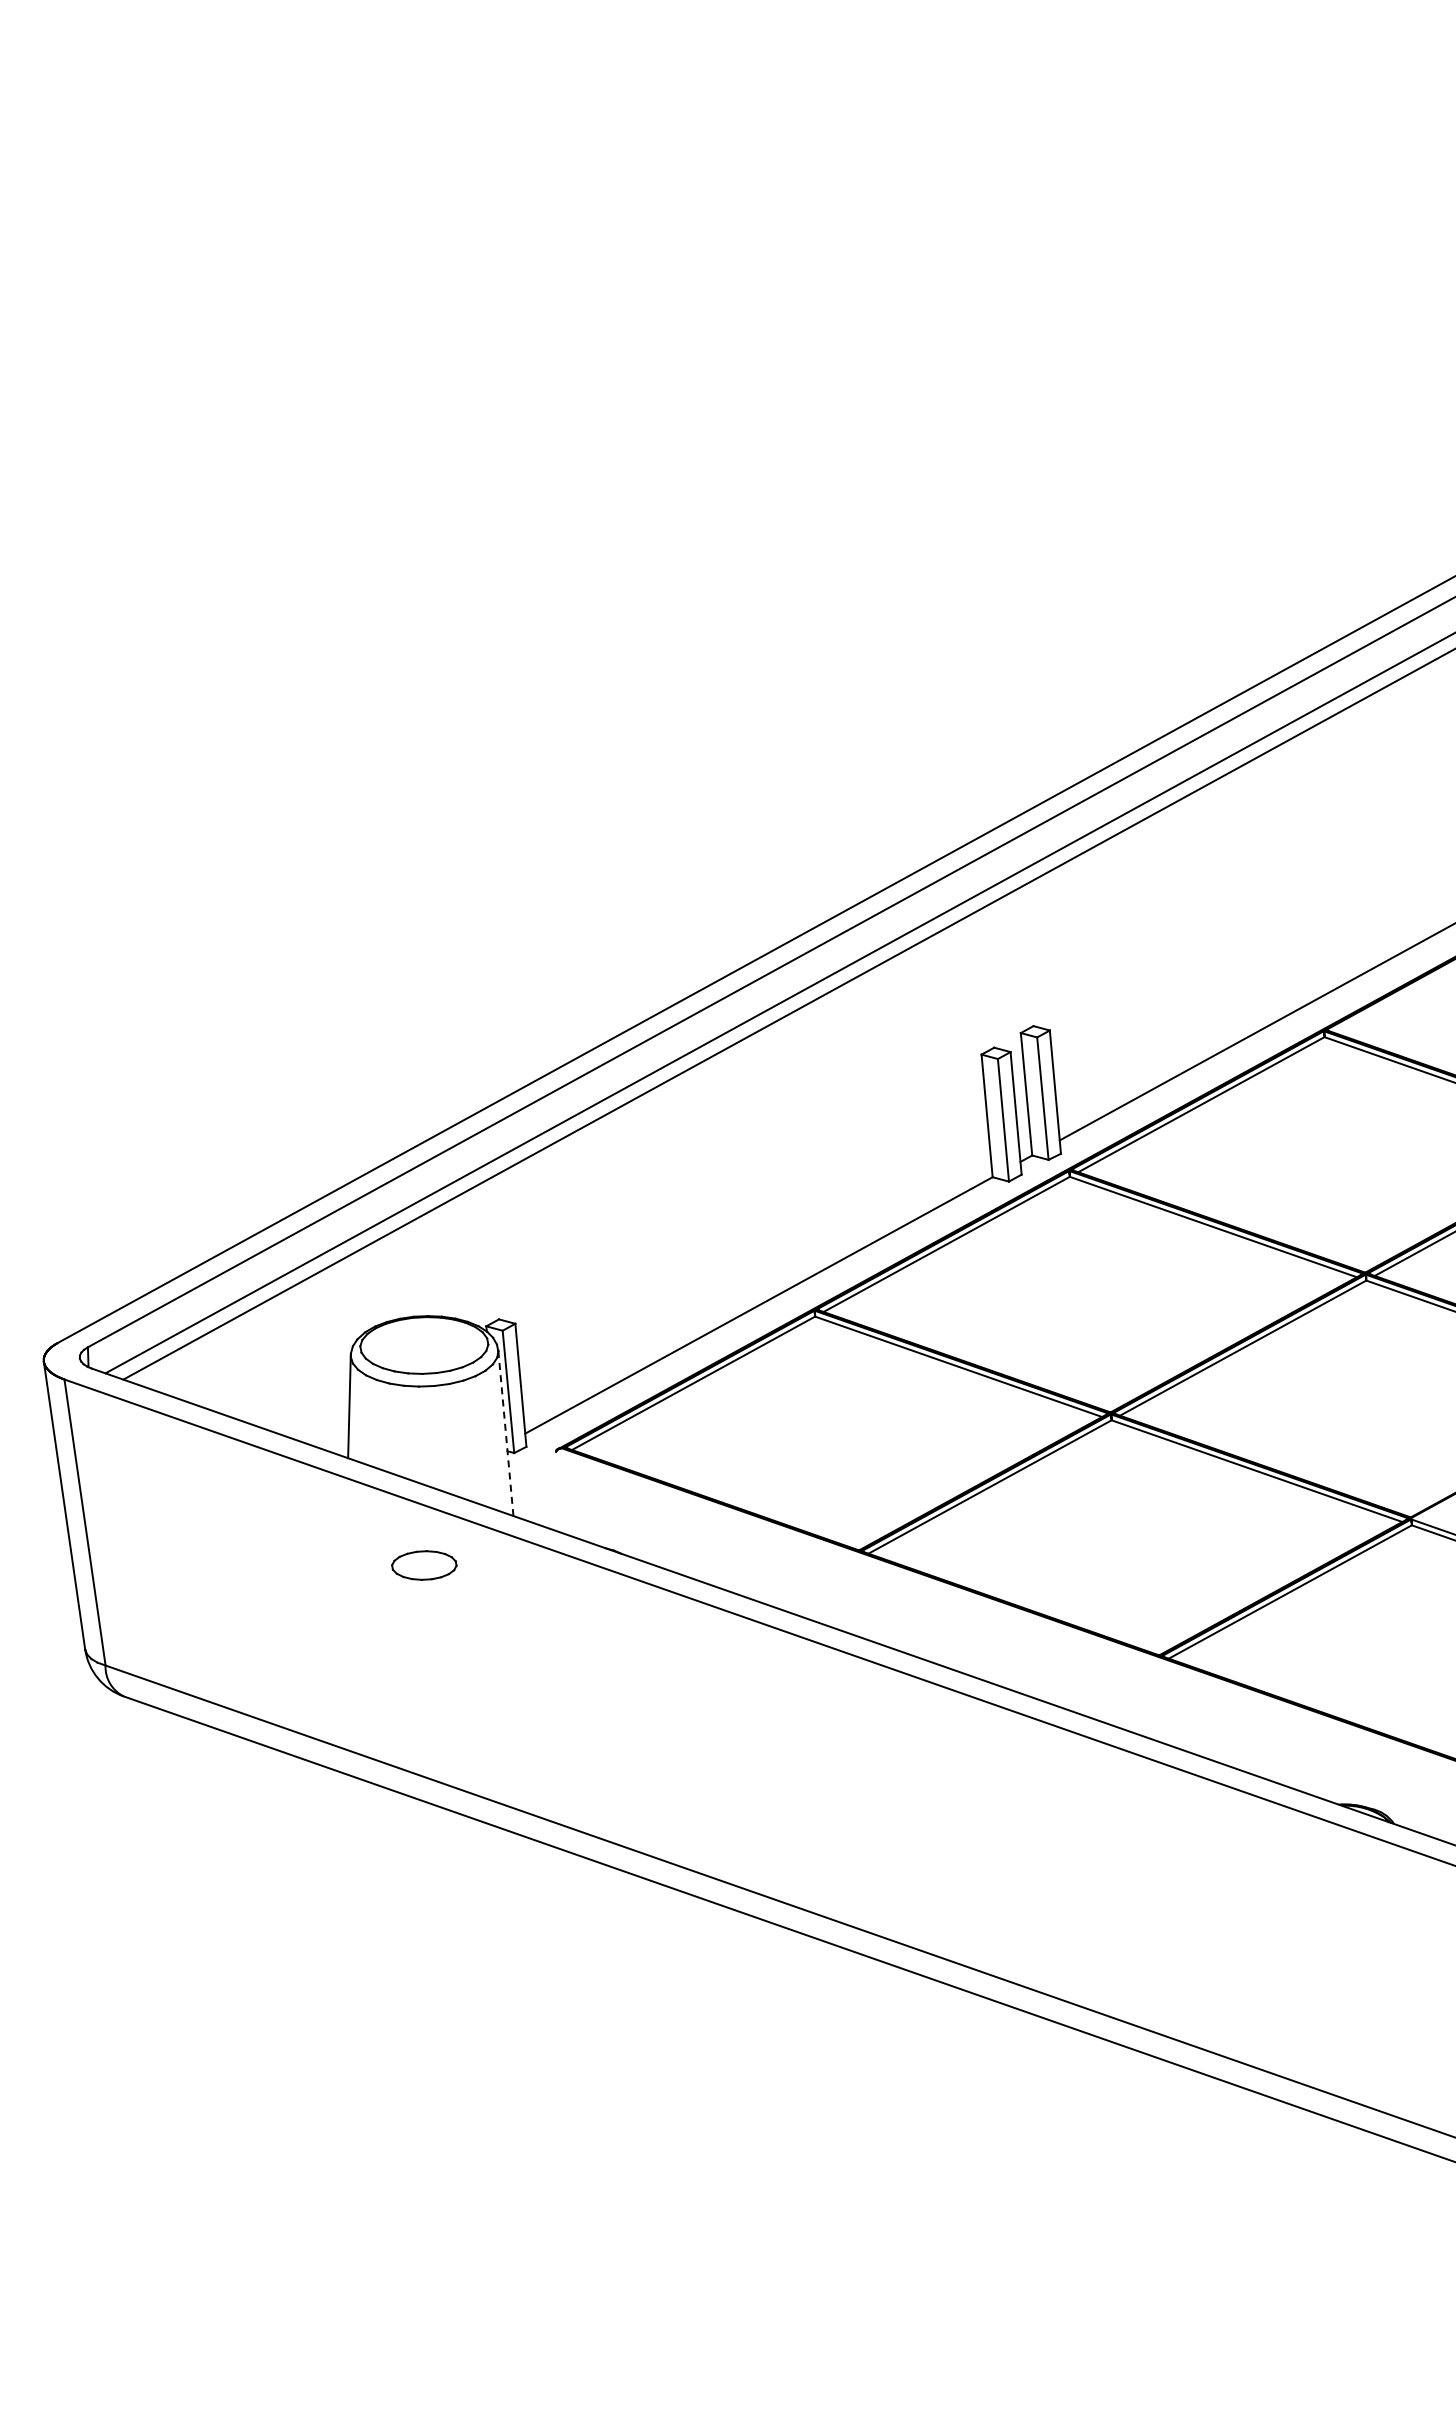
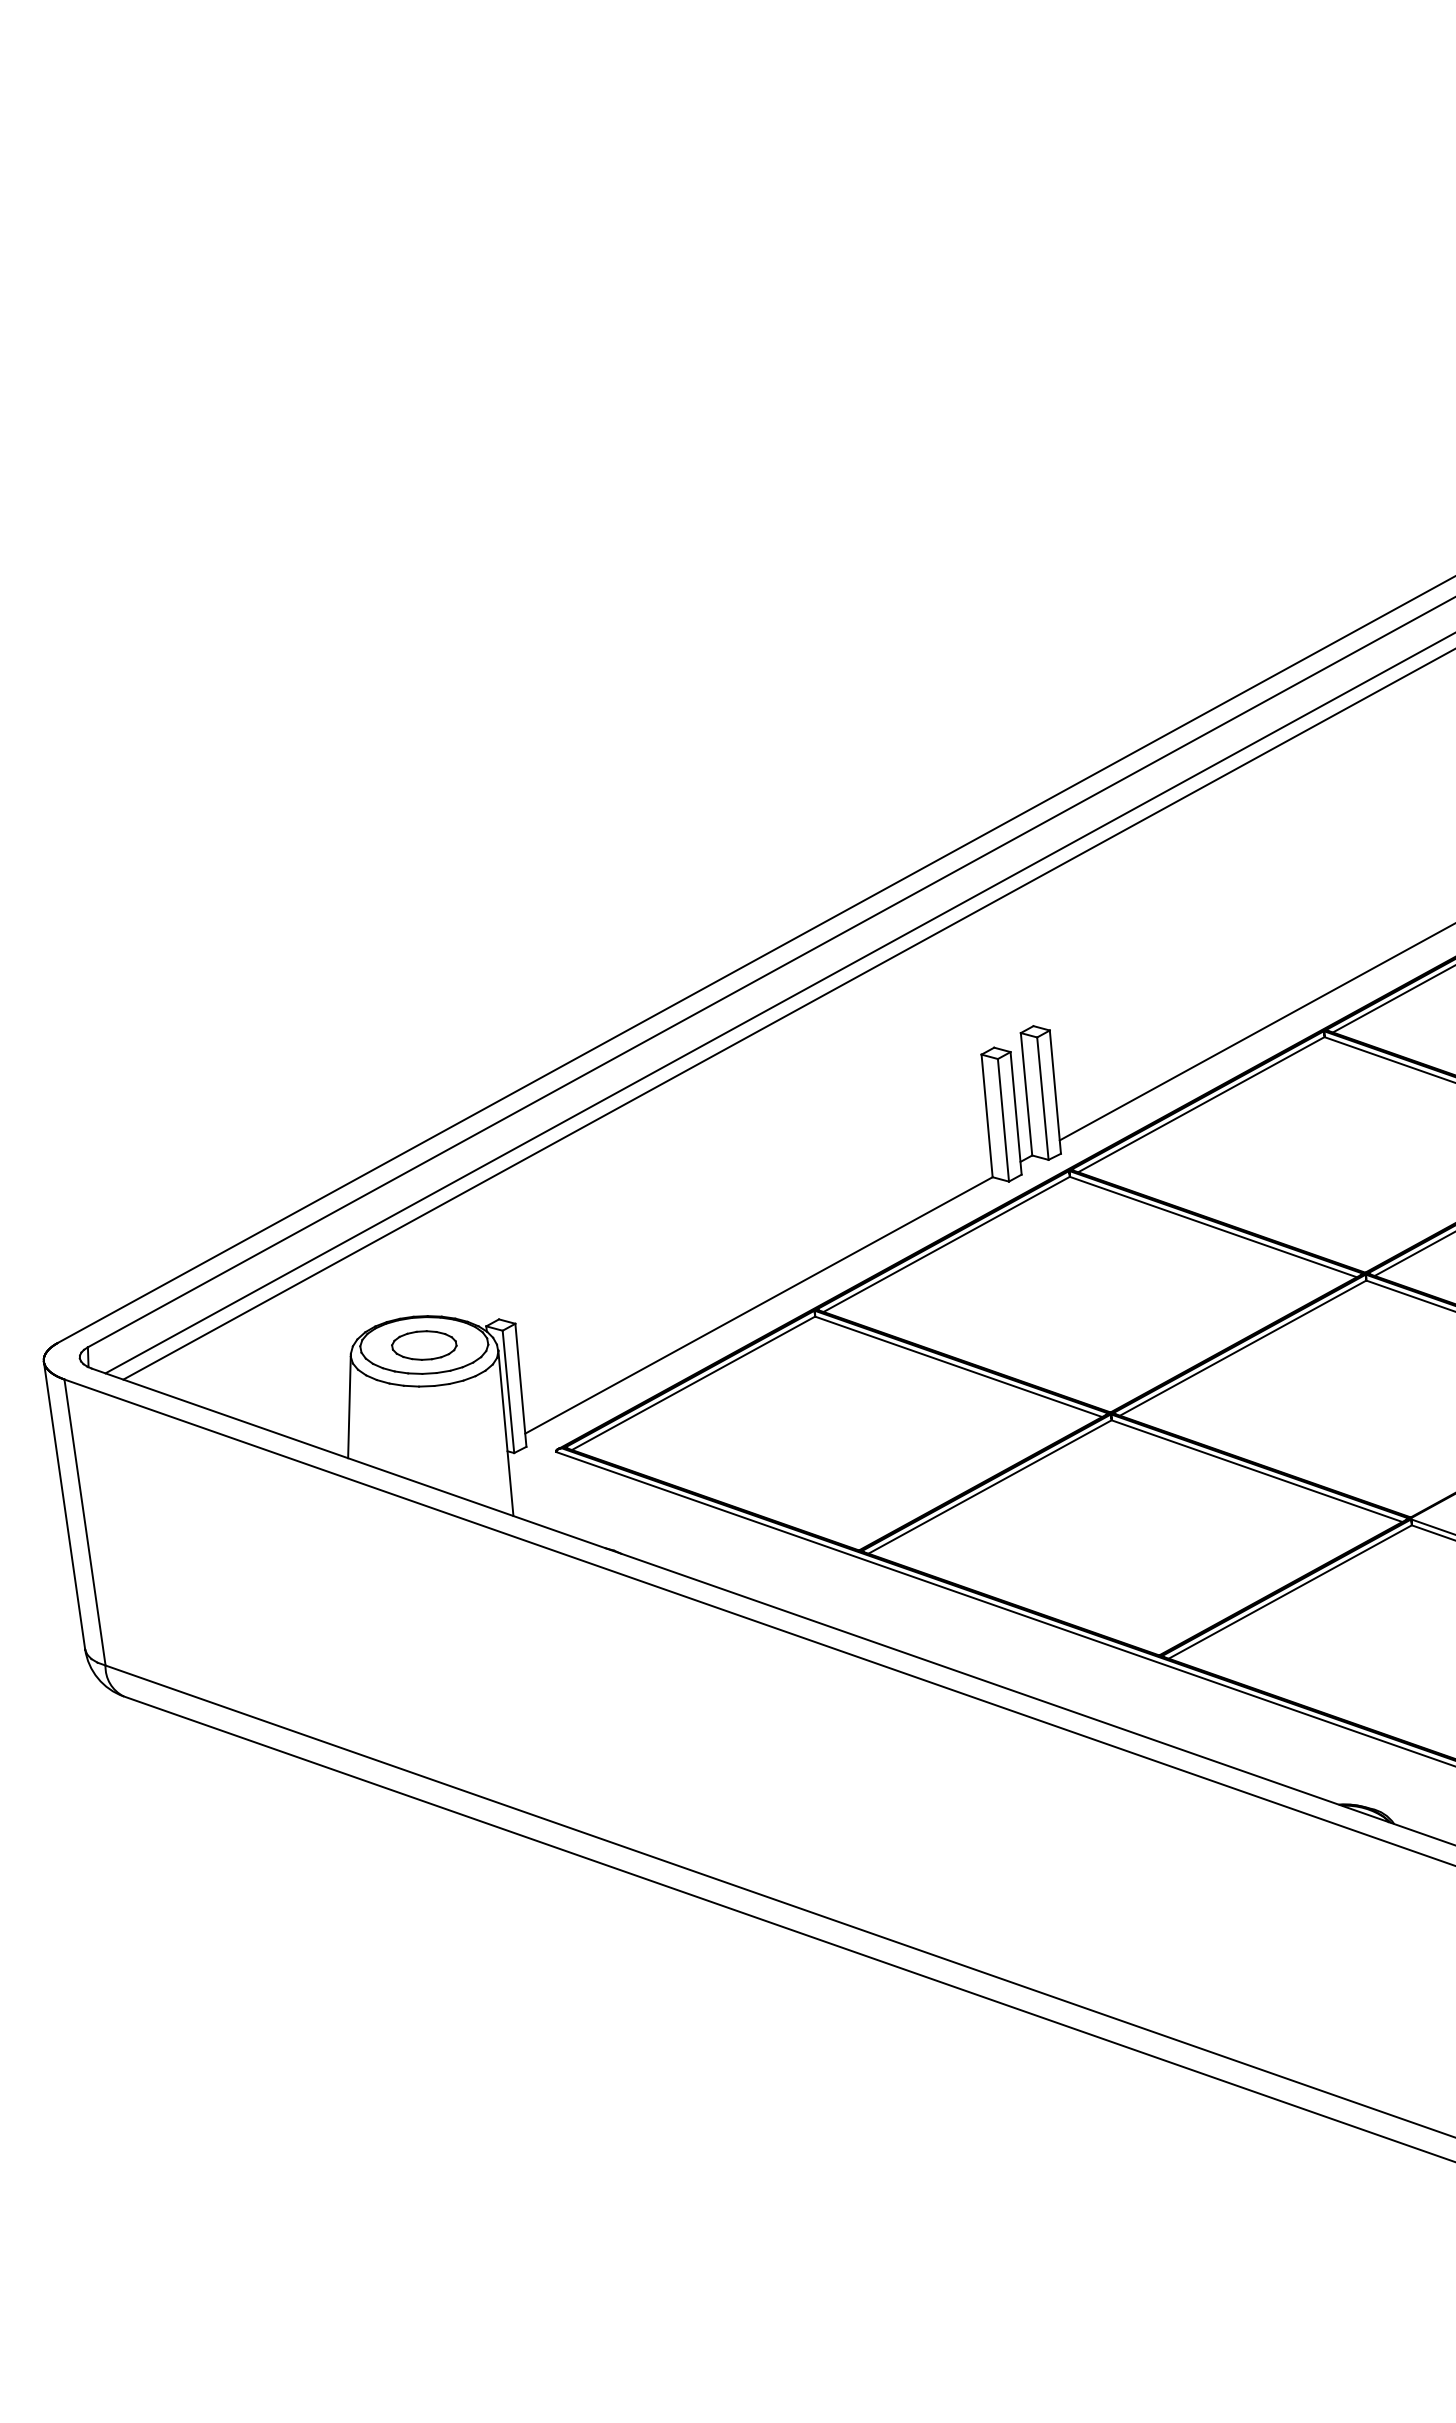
line at (1392, 999): none -> present
line at (505, 1432): dashed -> solid
part at (424, 1565) position: (424, 1565) -> (424, 1345)
line at (1004, 1608): none -> present
